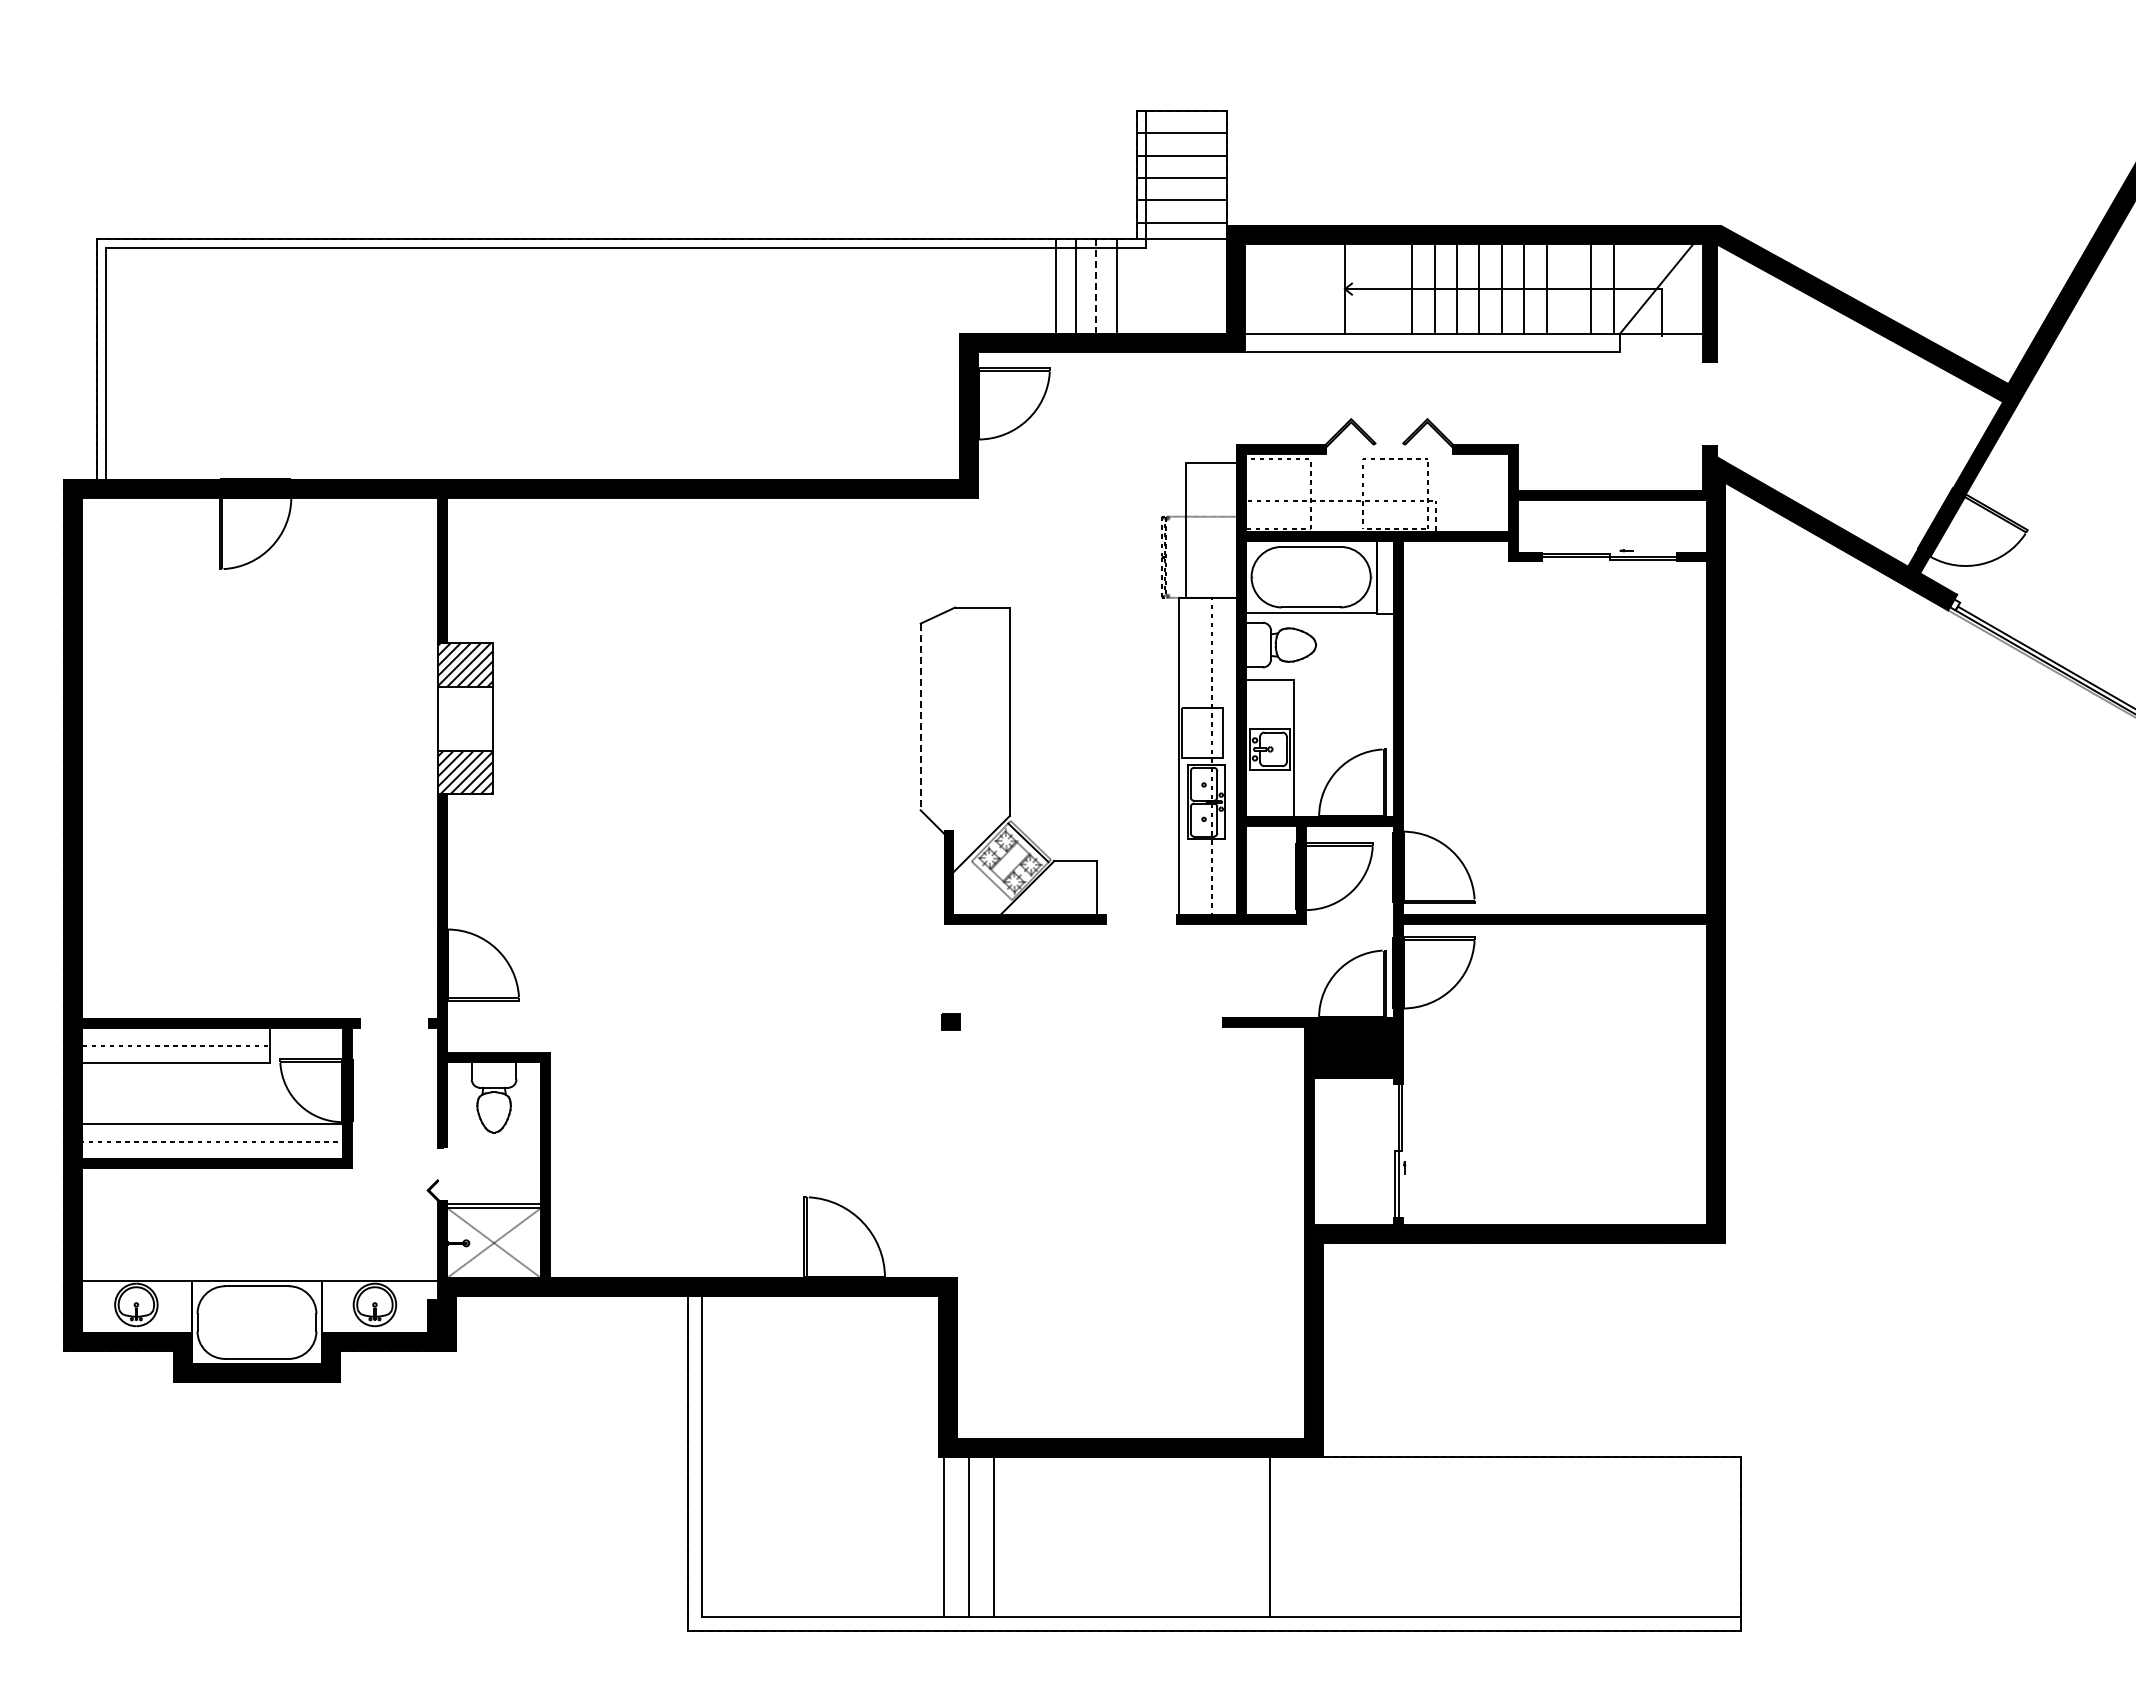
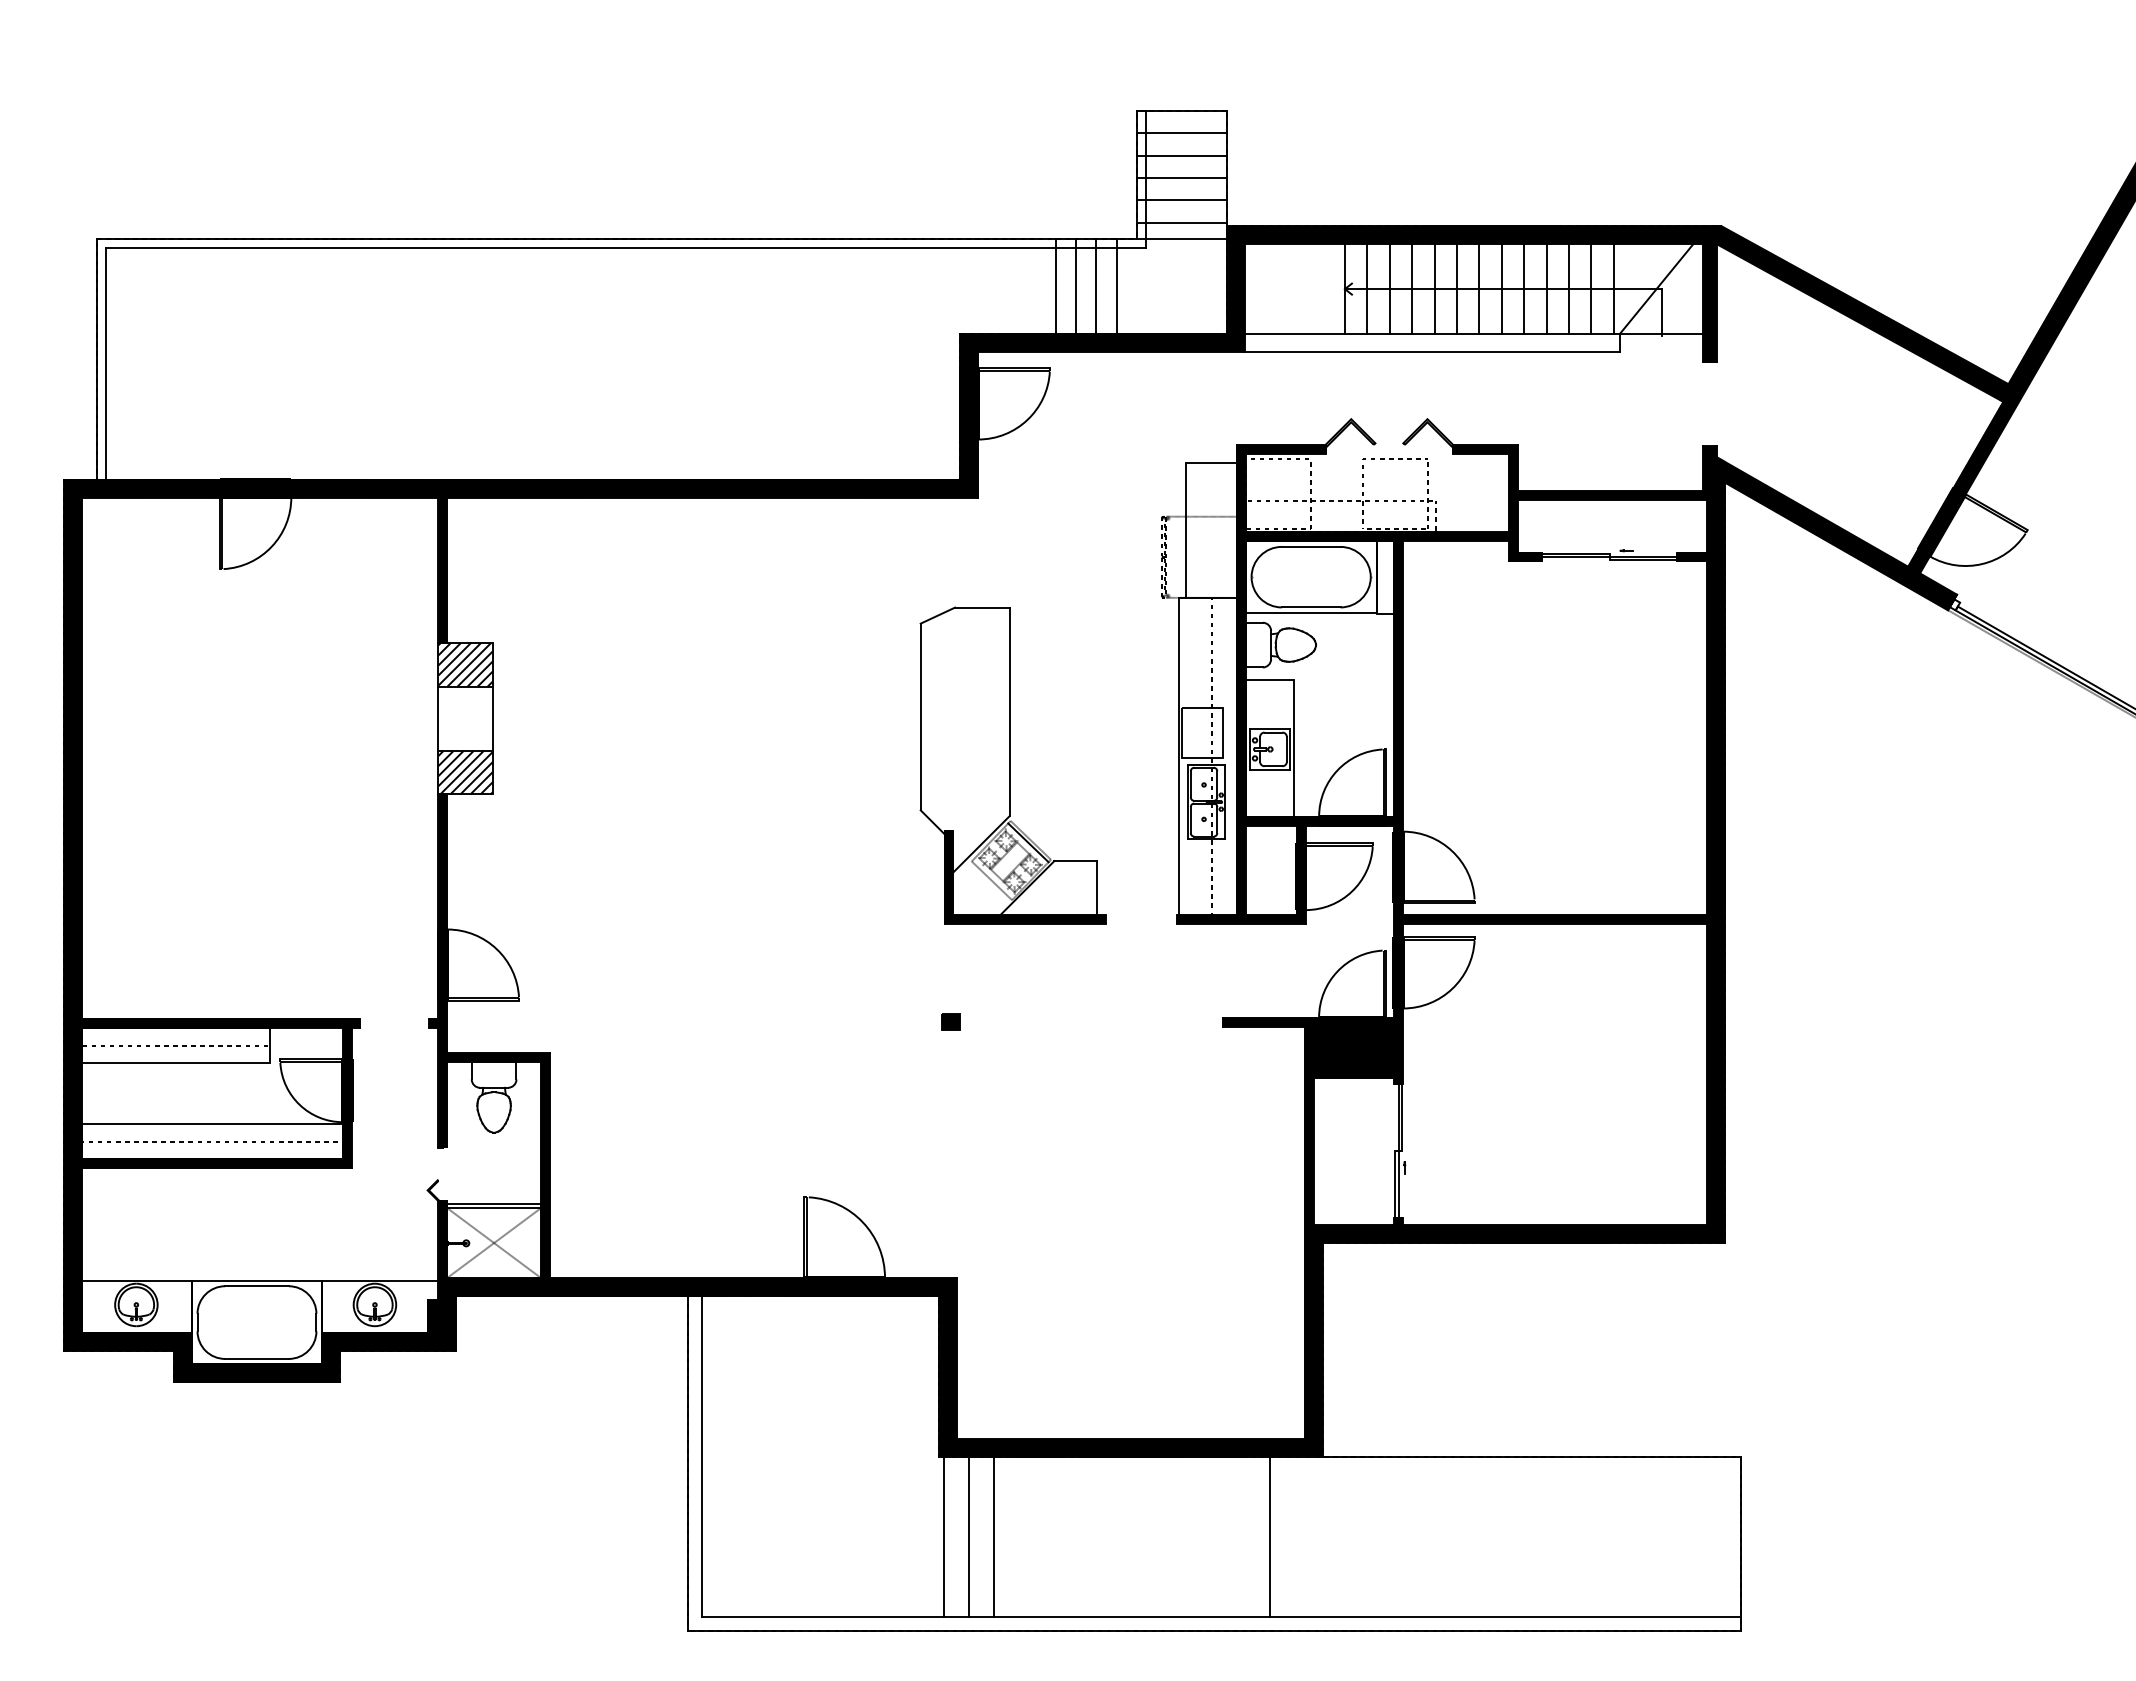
line at (1096, 287): dashed -> solid
line at (1367, 289): none -> present
line at (1389, 289): none -> present
line at (1568, 289): none -> present
line at (920, 717): dashed -> solid
